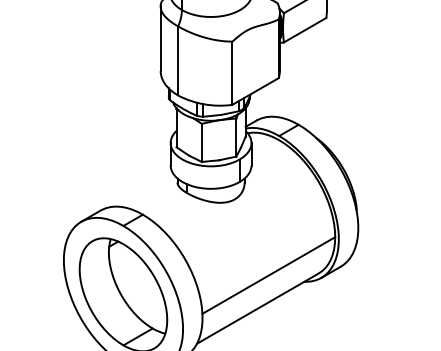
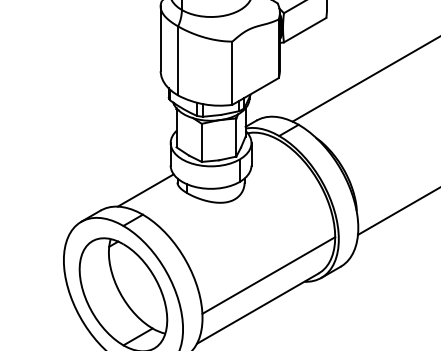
line at (364, 79): none -> present
line at (145, 190): none -> present
line at (397, 211): none -> present
